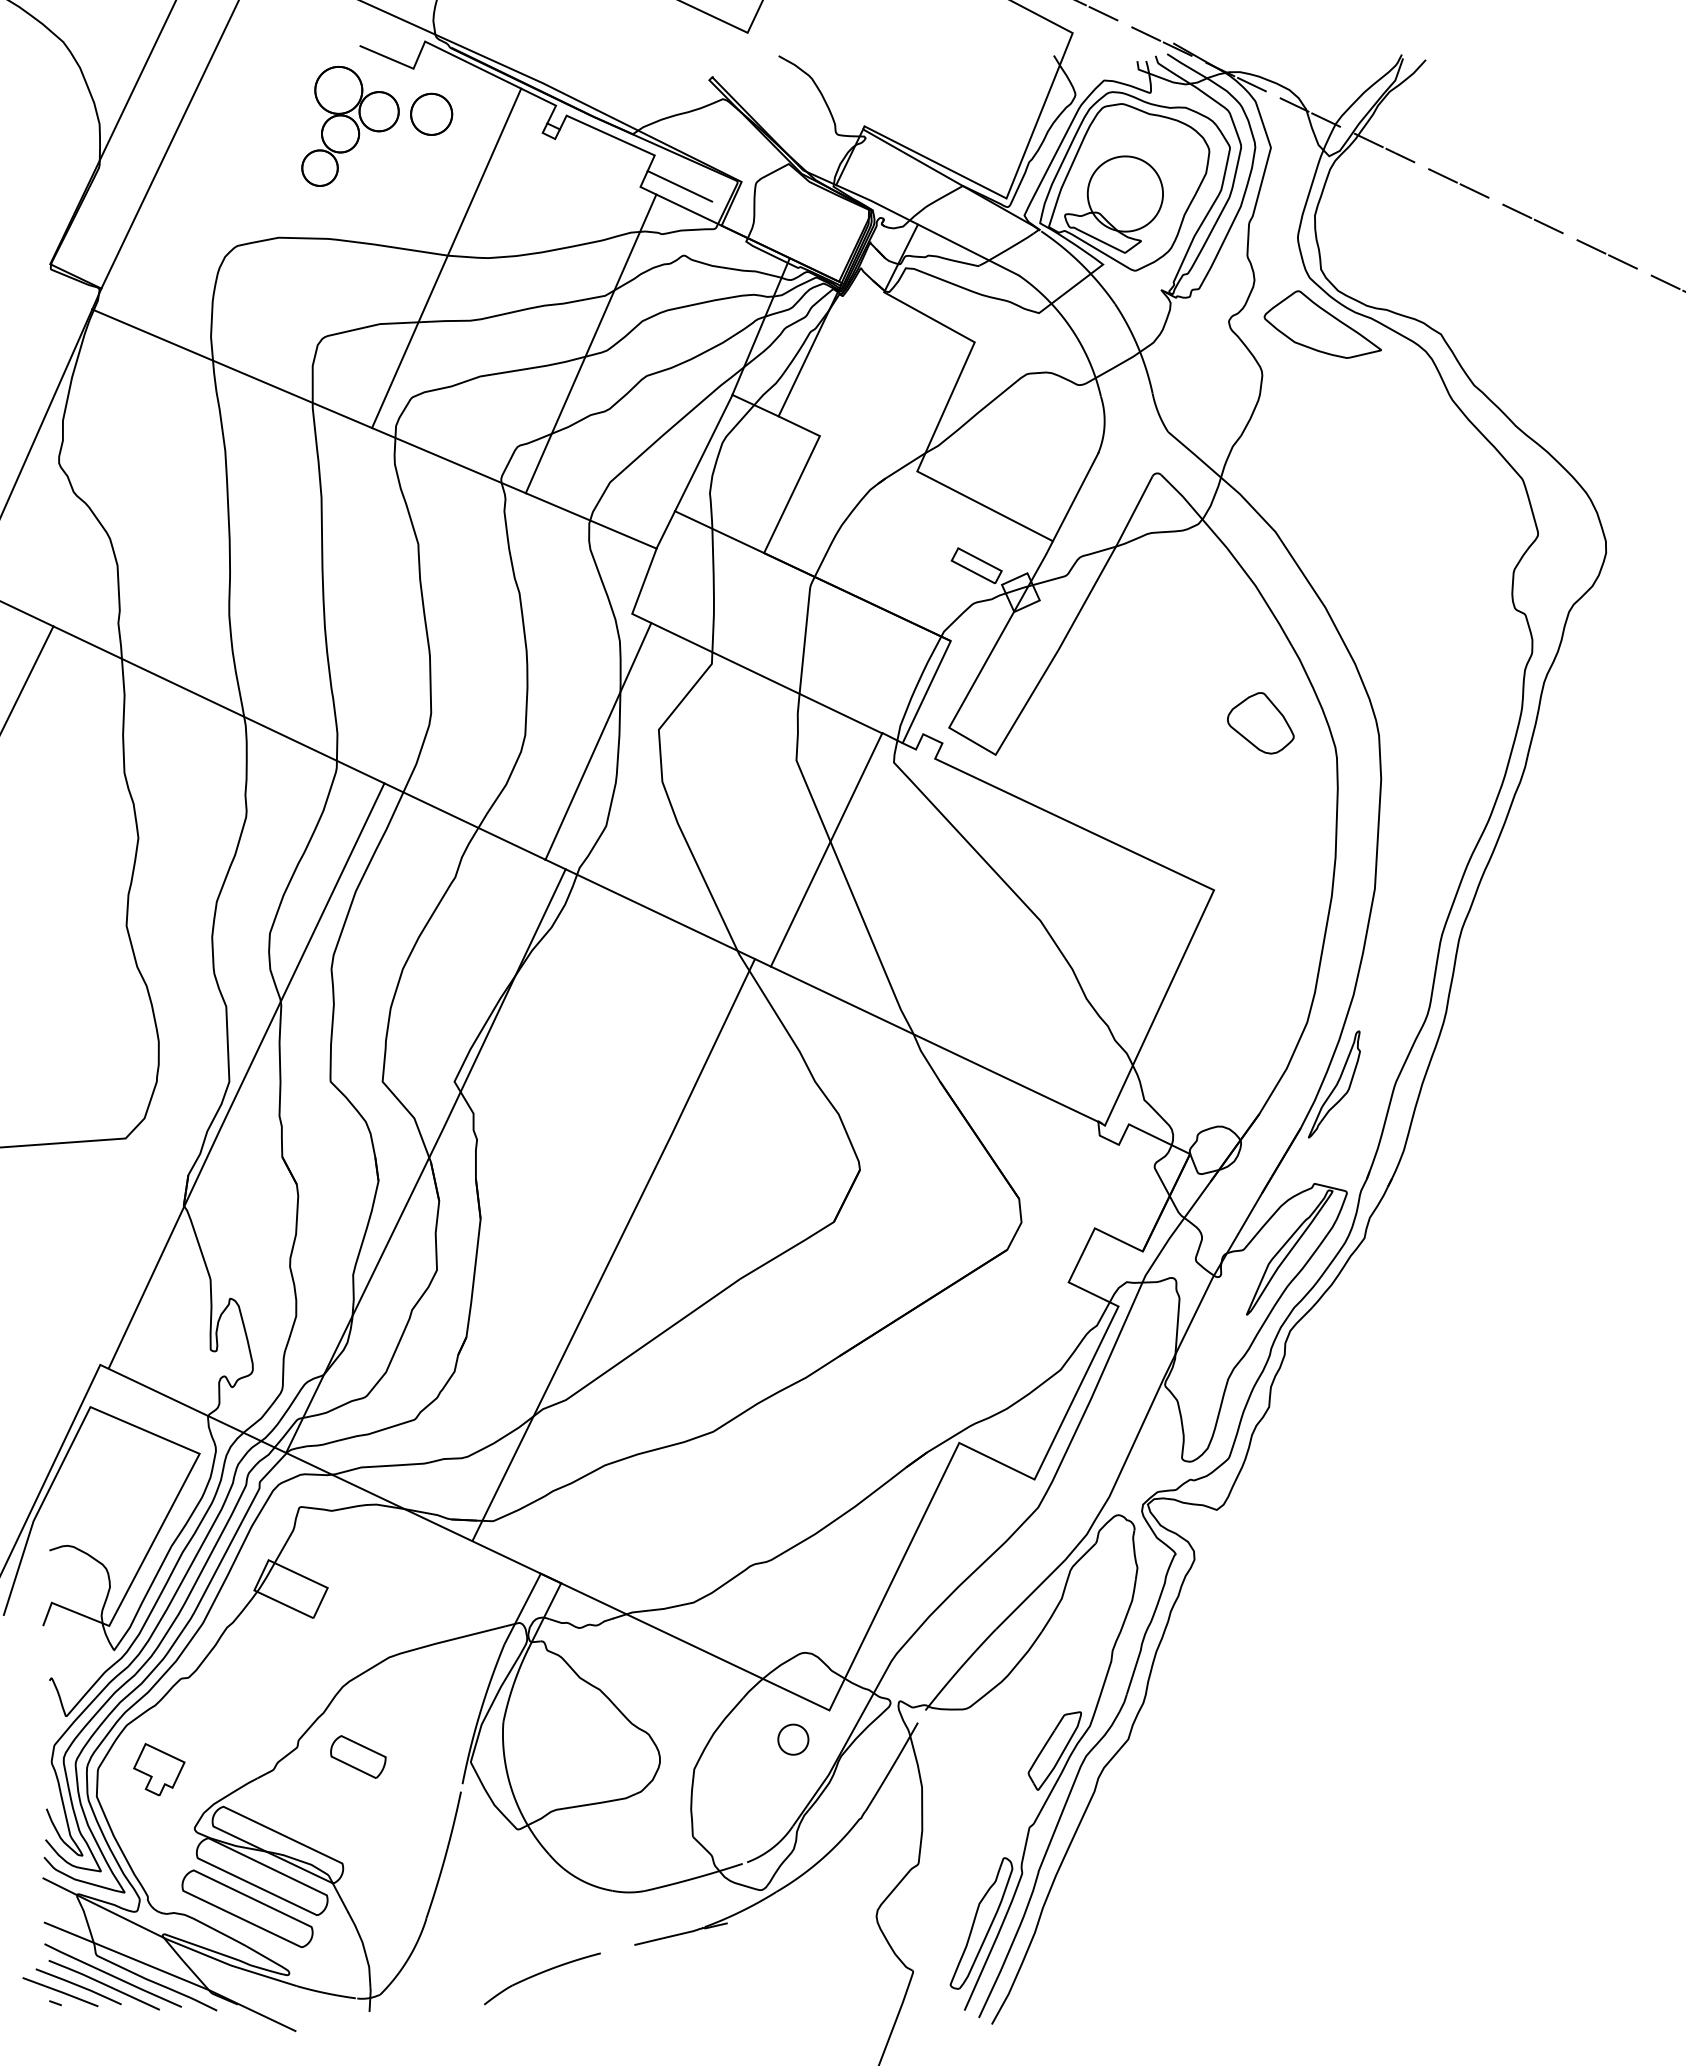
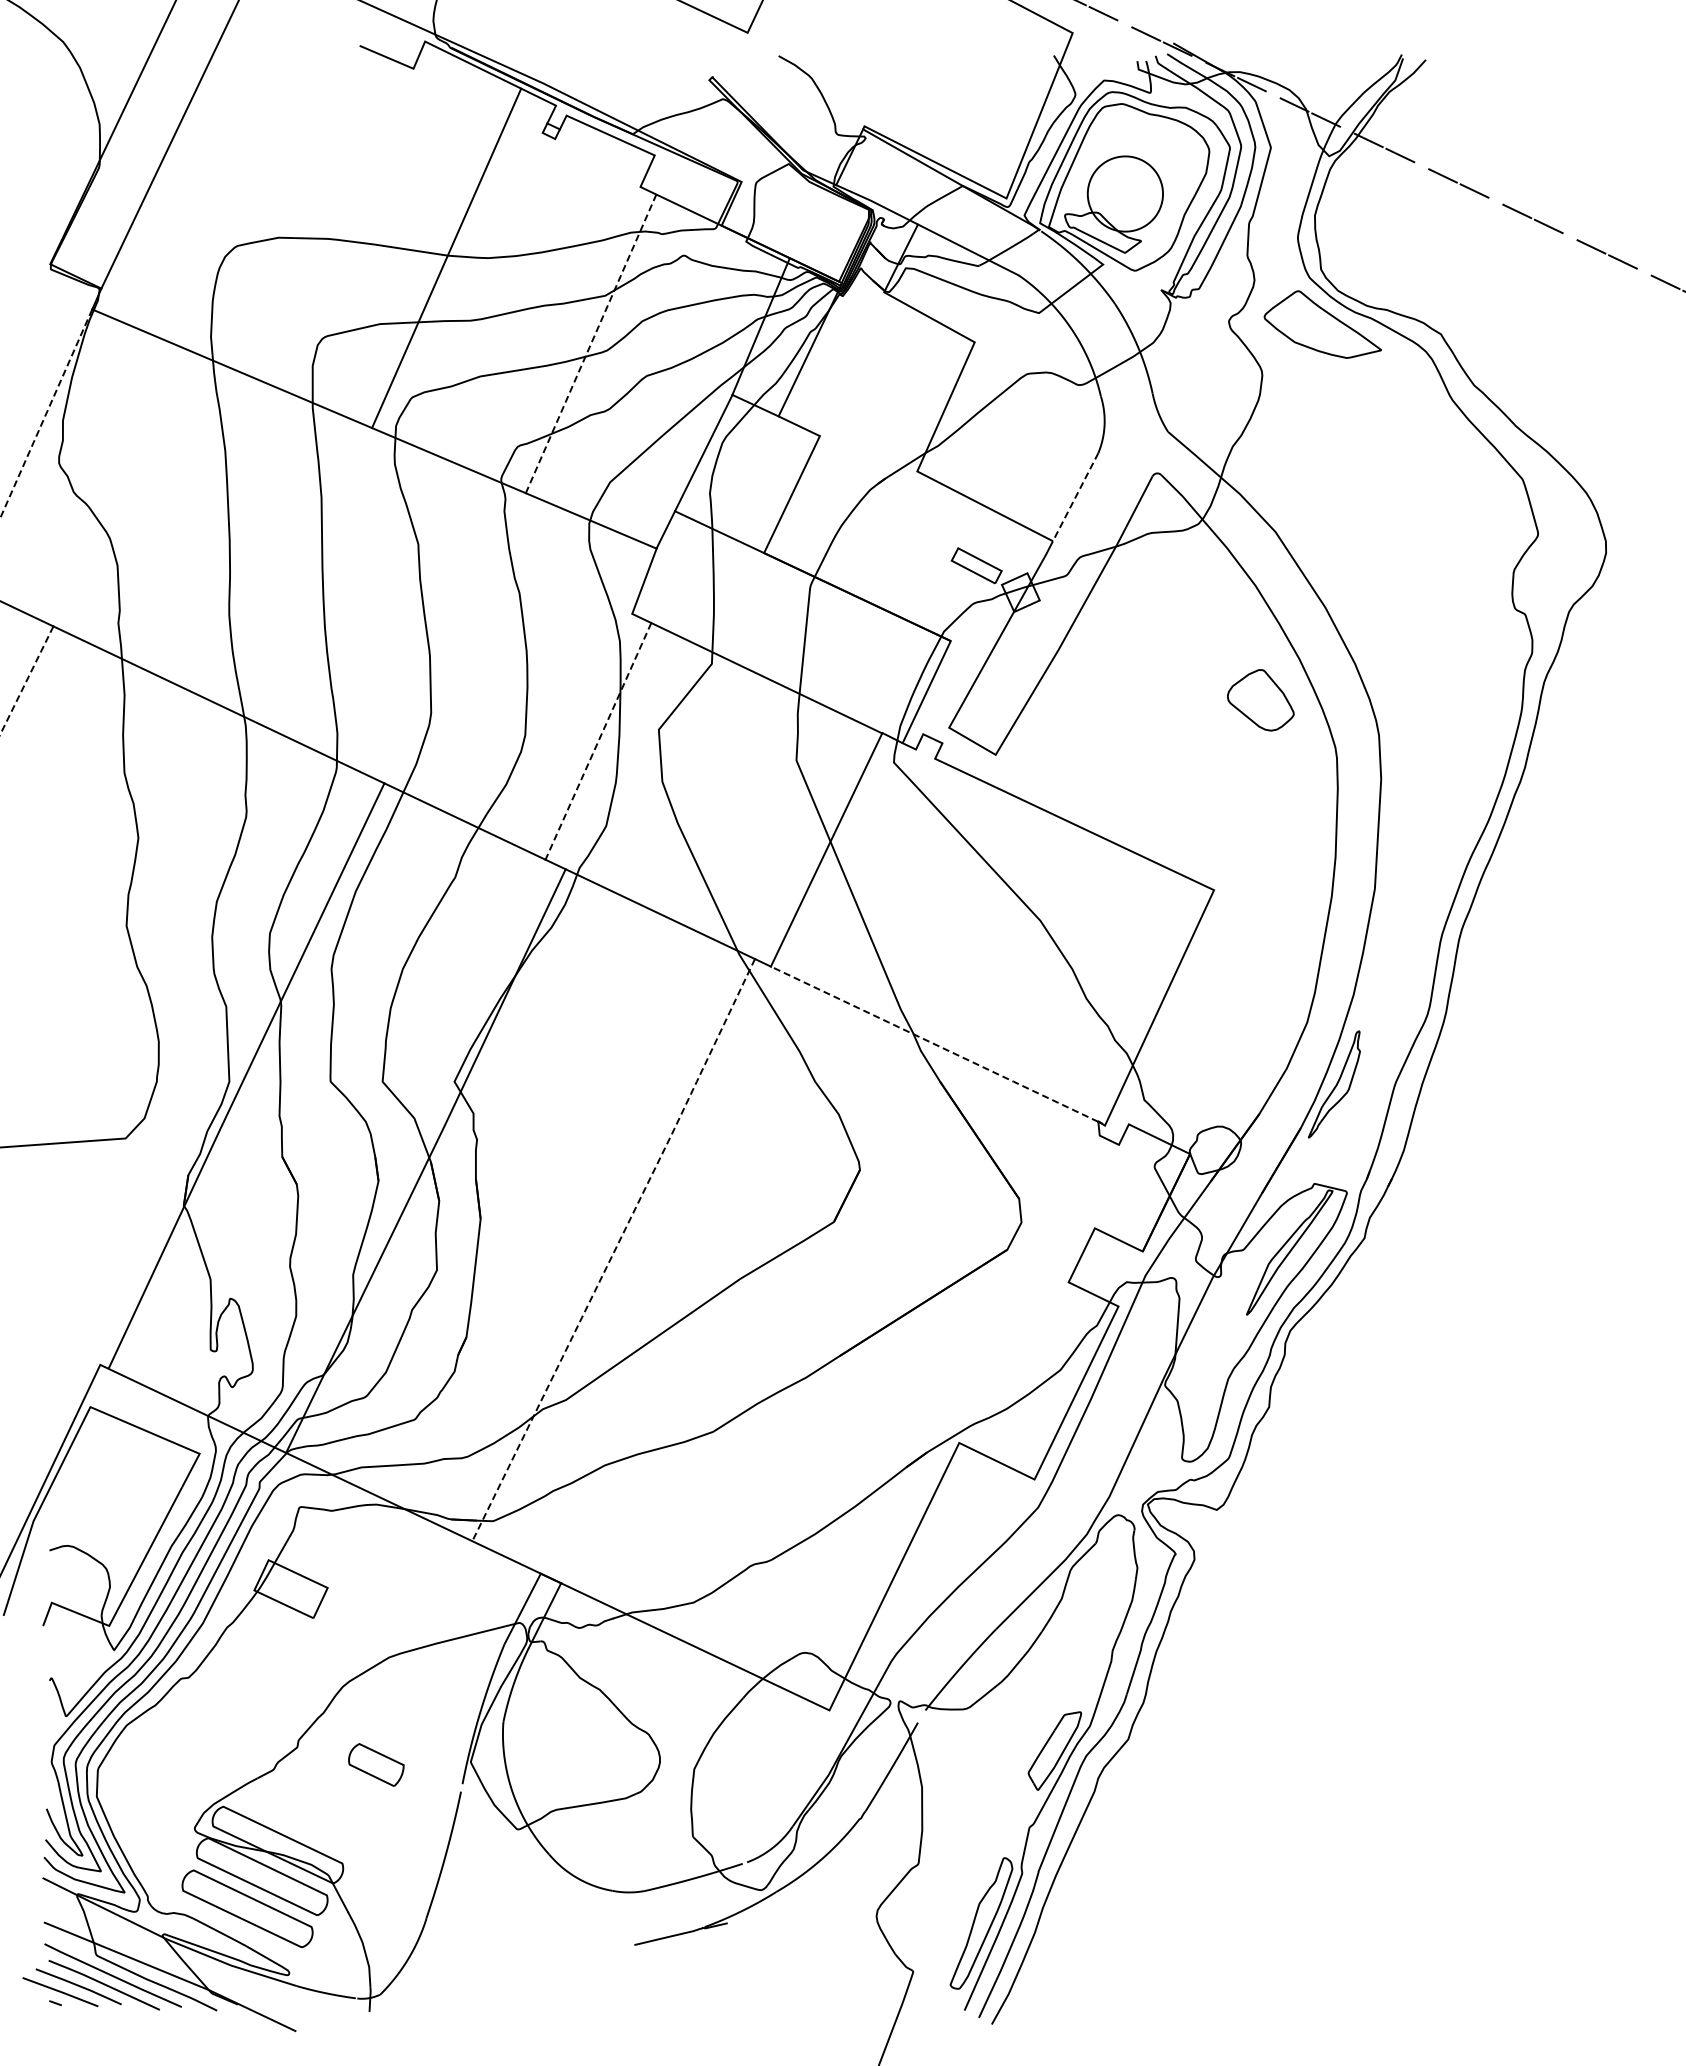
part at (431, 113): present -> none
part at (350, 126): present -> none
line at (679, 186): present -> none
line at (591, 343): solid -> dashed
line at (46, 414): solid -> dashed
line at (1075, 497): solid -> dashed
line at (26, 681): solid -> dashed
part at (1260, 723) position: (1260, 723) -> (1260, 700)
line at (598, 741): solid -> dashed
line at (935, 1044): solid -> dashed
line at (615, 1249): solid -> dashed
part at (793, 1739): present -> none
part at (358, 1756) position: (358, 1756) -> (376, 1764)
part at (159, 1769): present -> none
part at (542, 1978): present -> none
